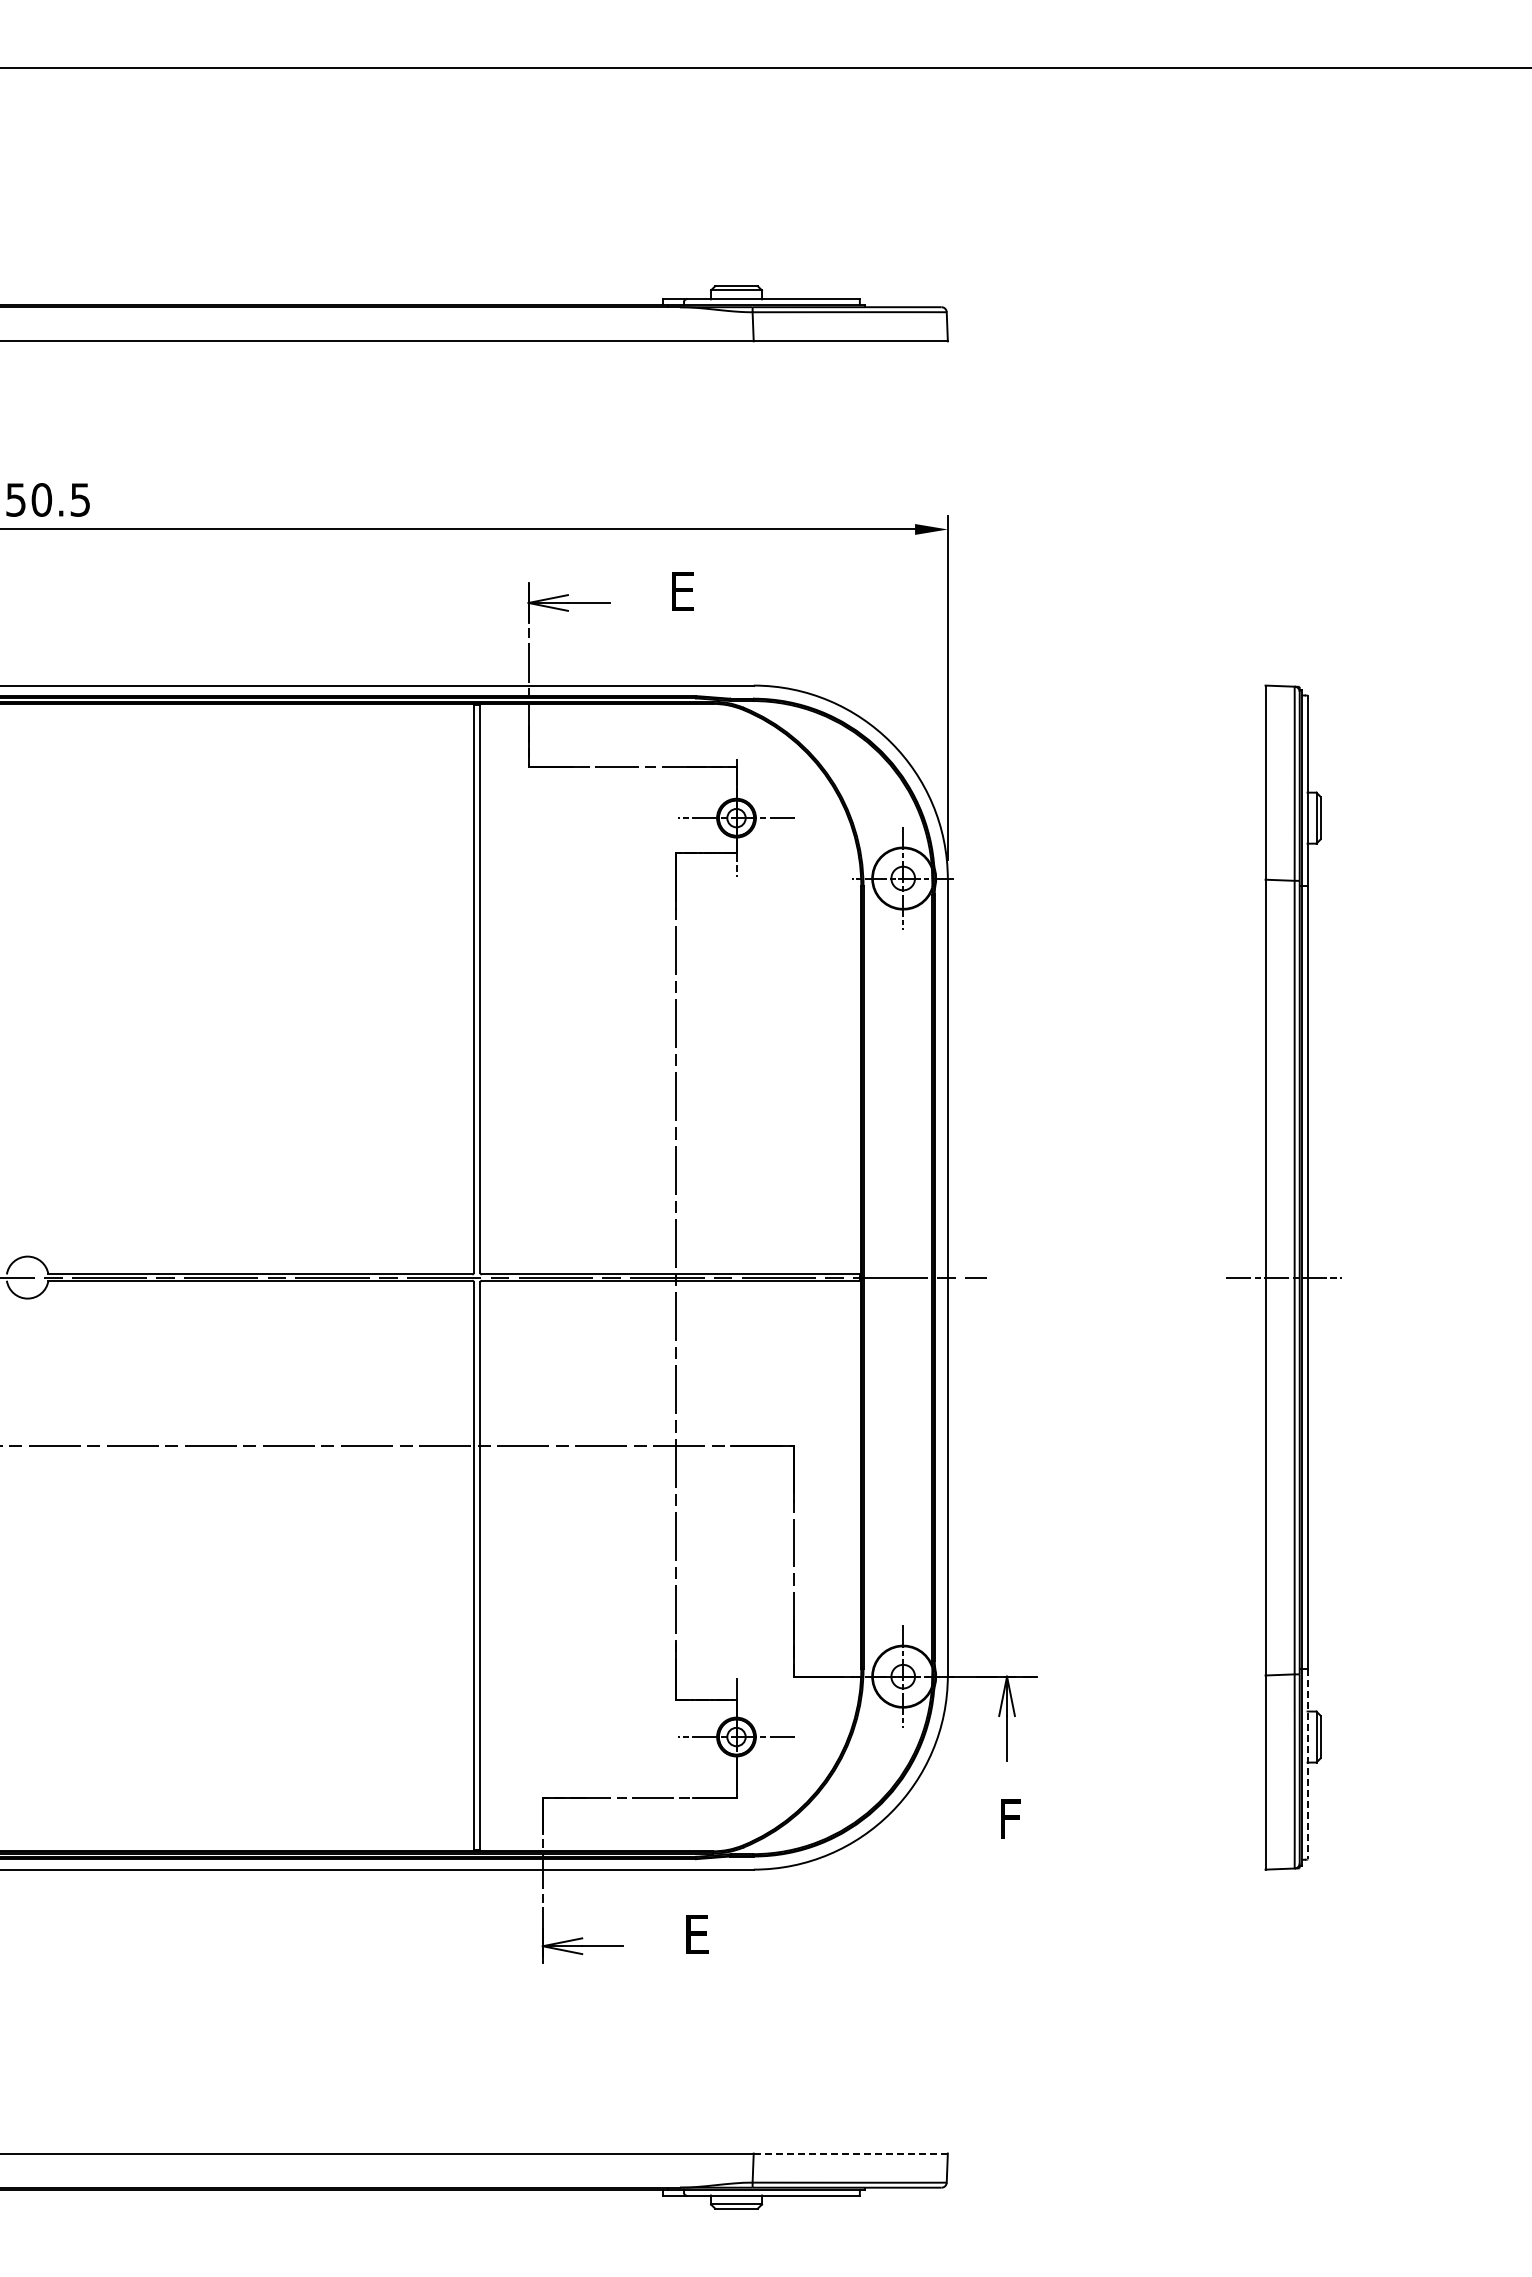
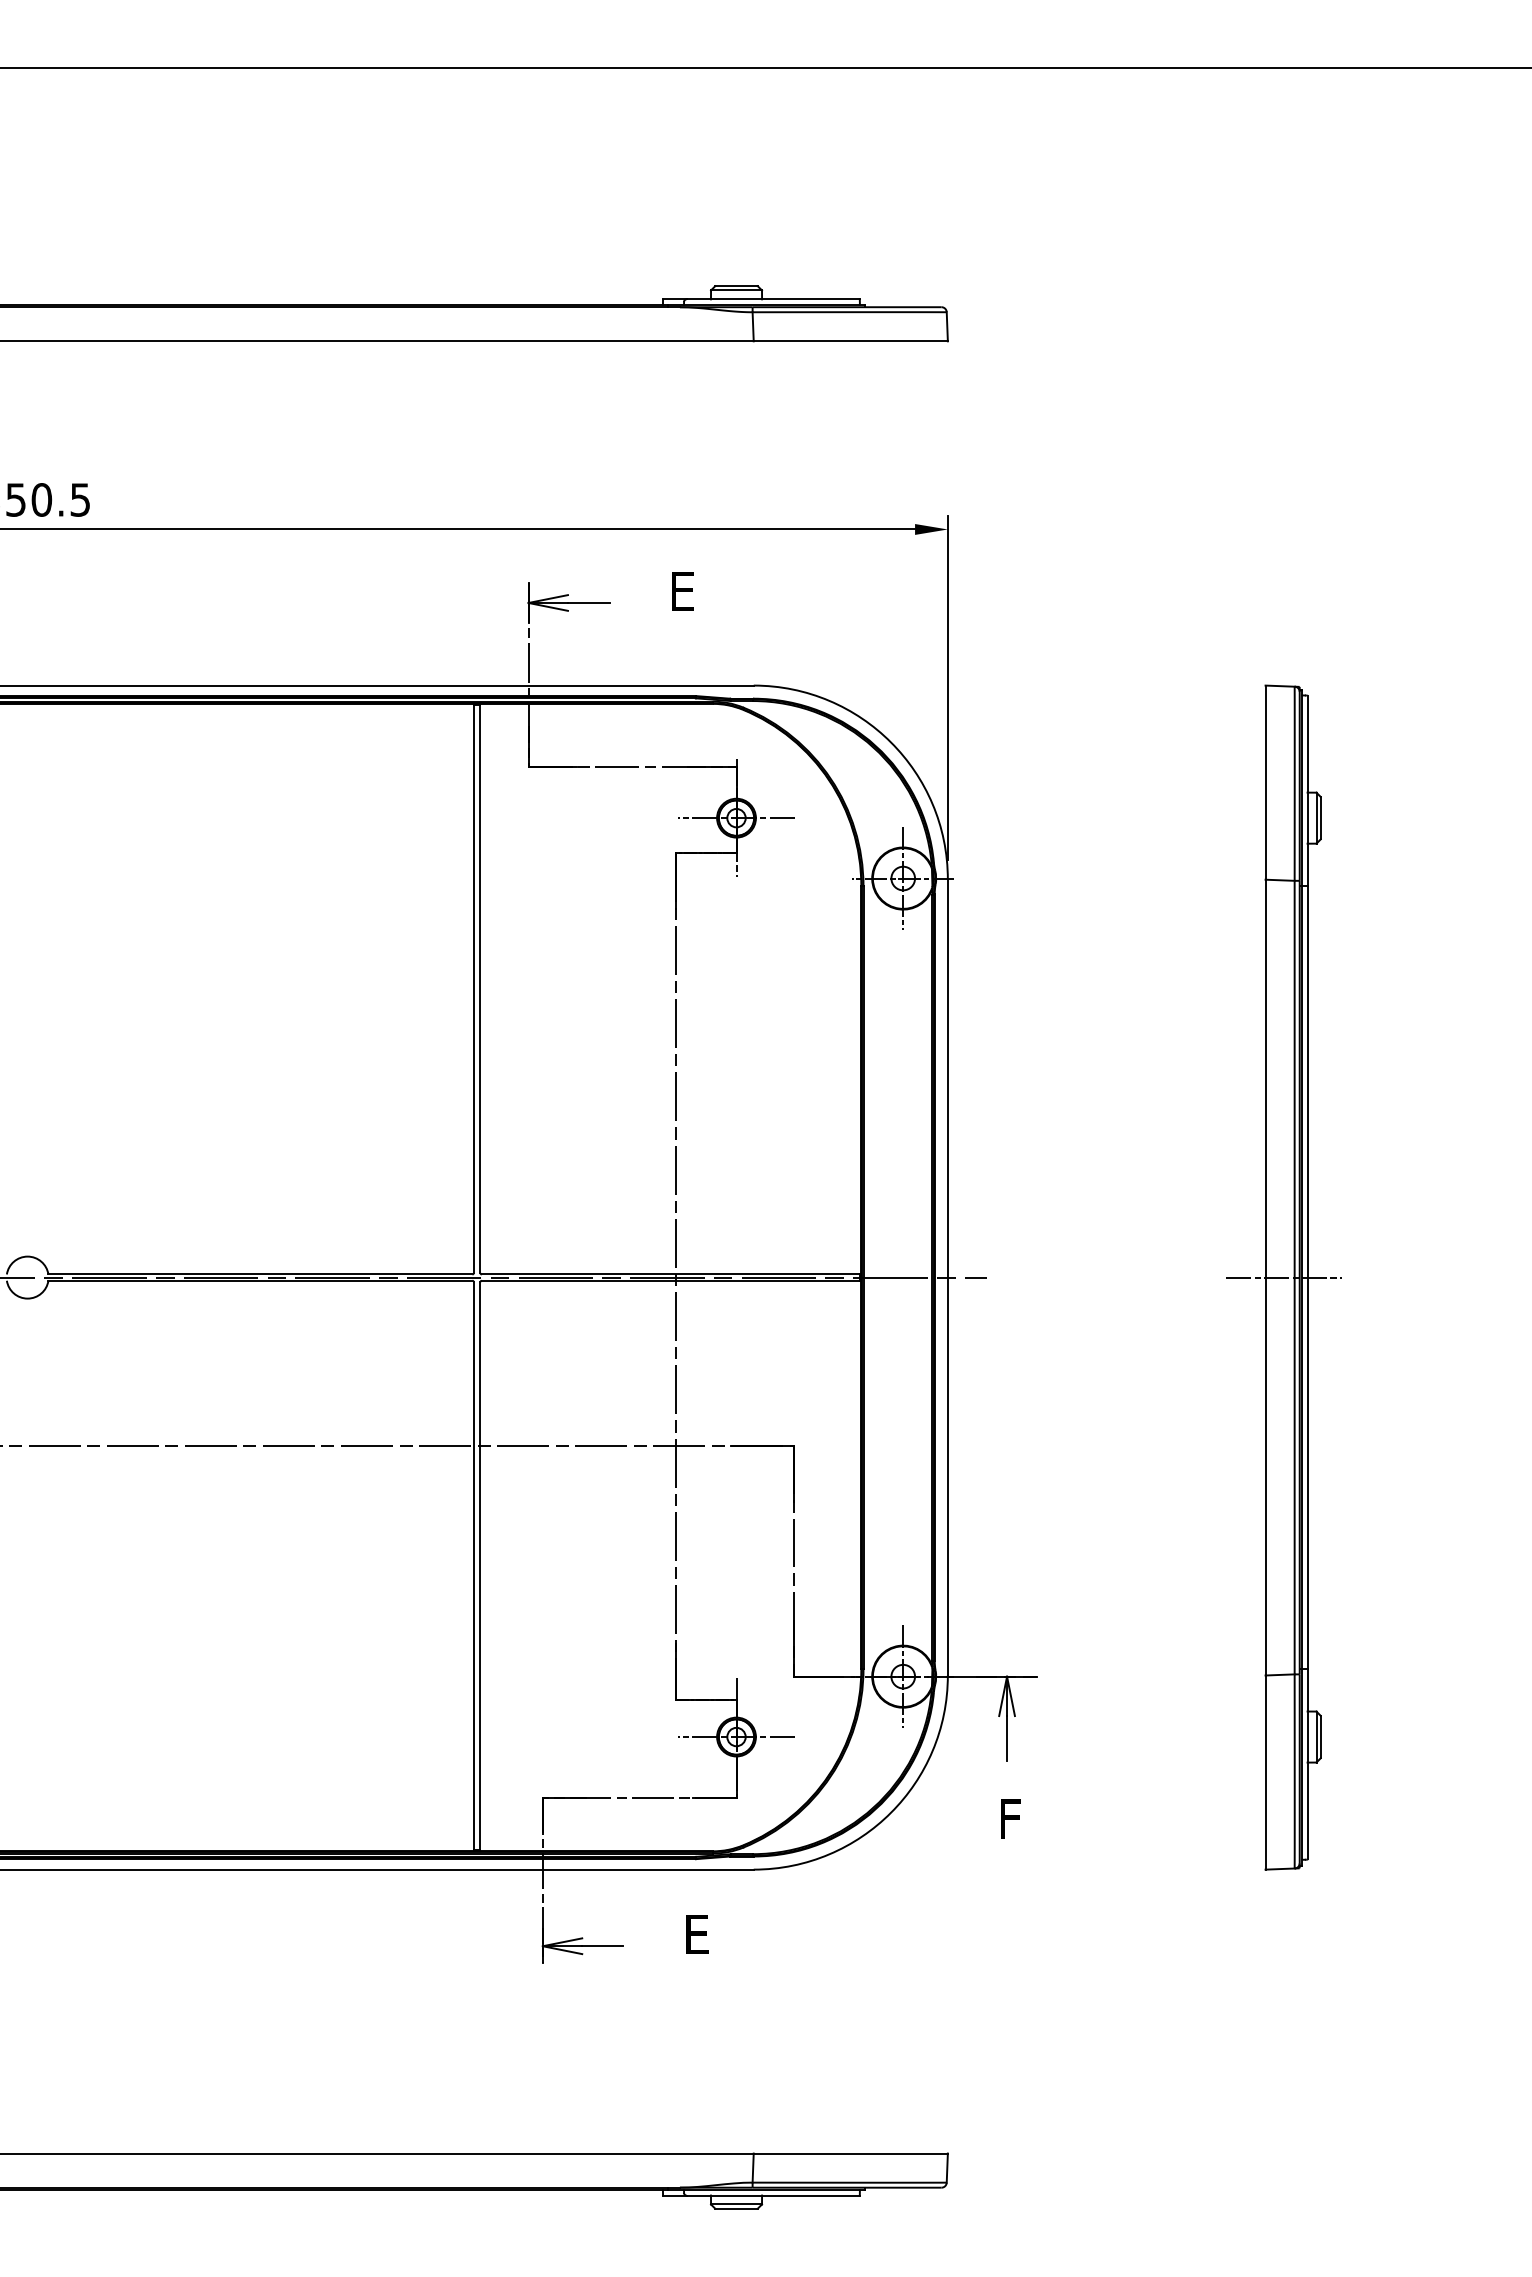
line at (1307, 1764): dashed -> solid
line at (851, 2153): dashed -> solid
